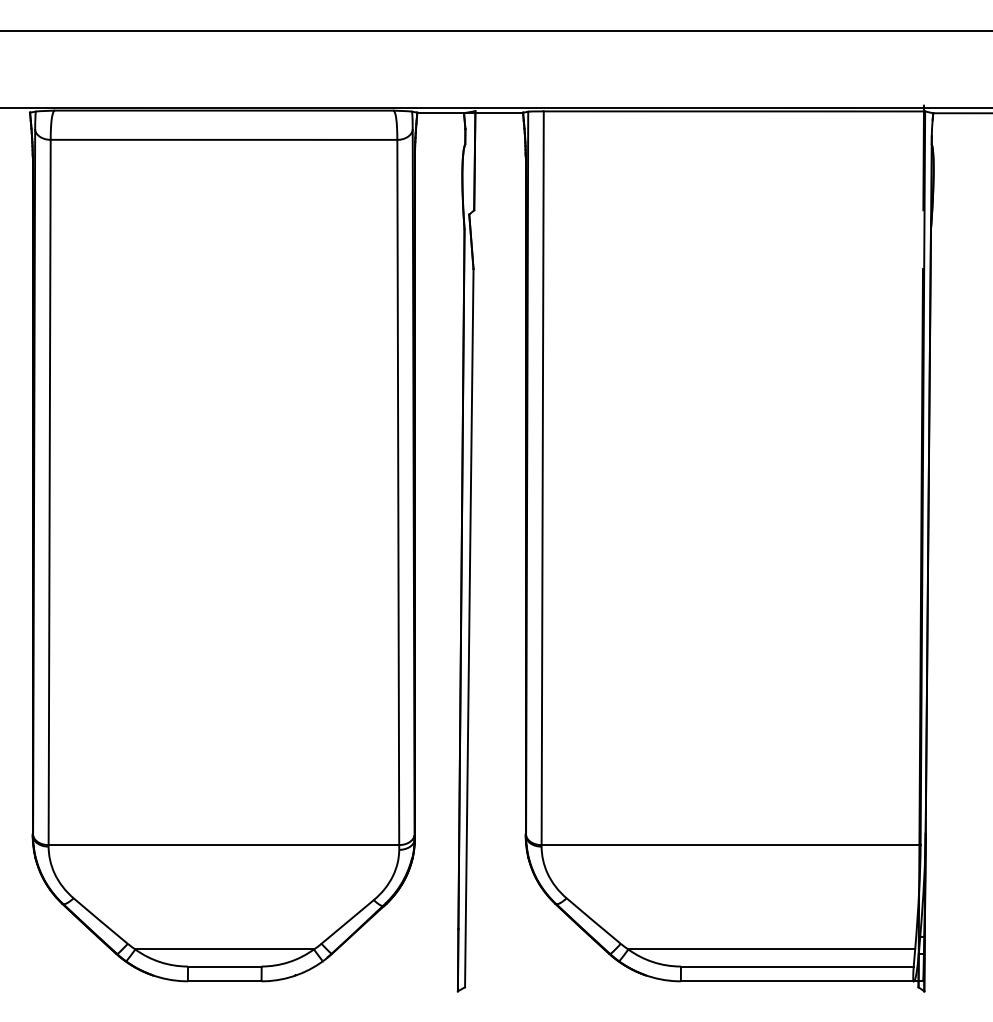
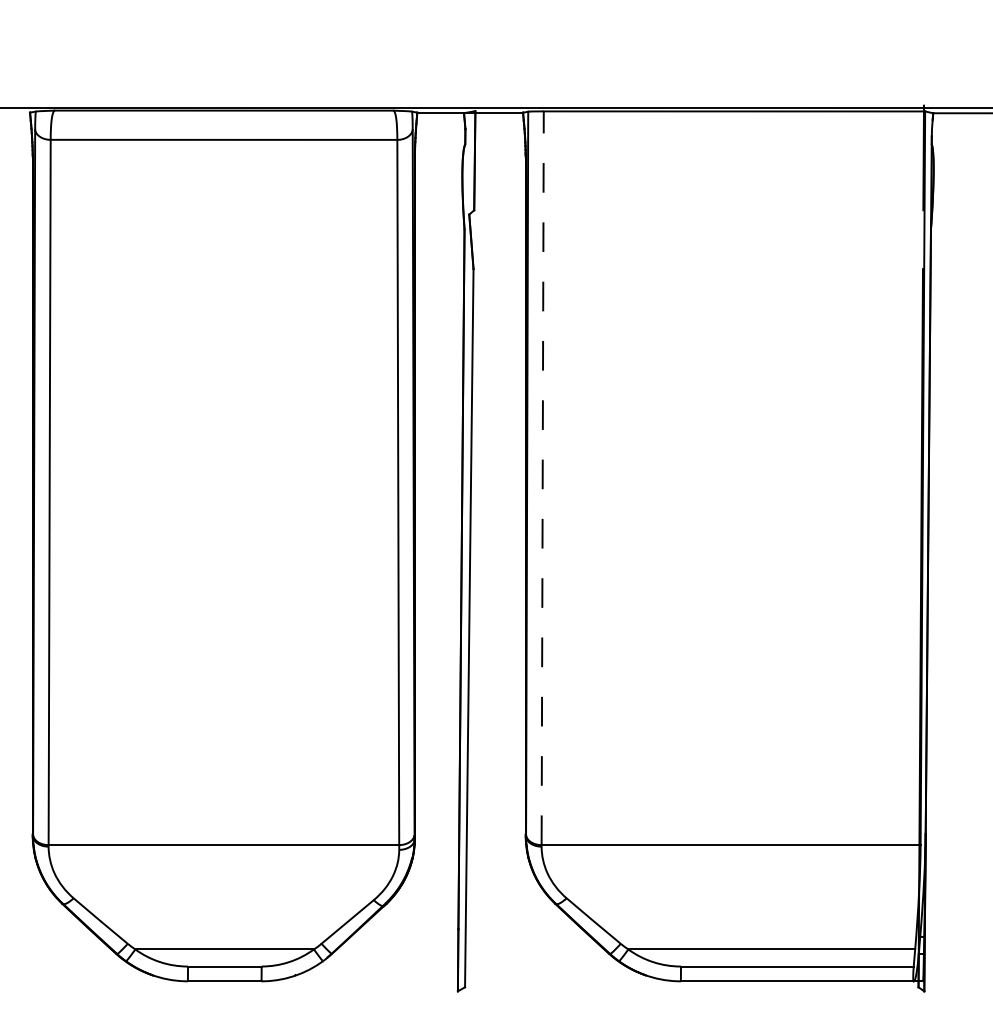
line at (495, 30): present -> none
line at (542, 478): solid -> dashed
